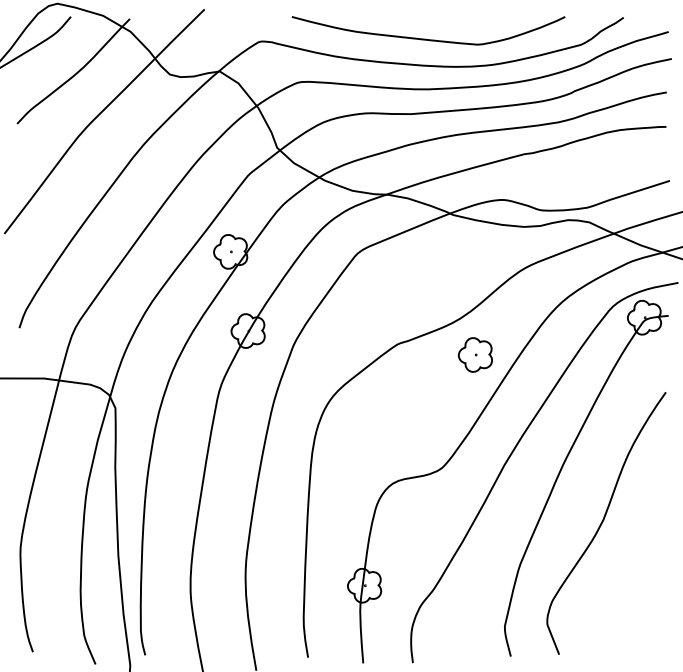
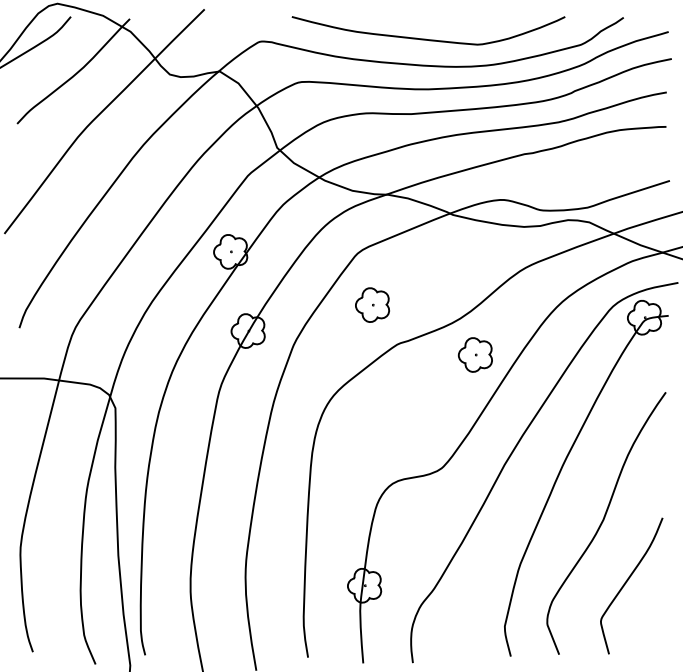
part at (372, 304): none -> present
curve at (626, 583): none -> present
